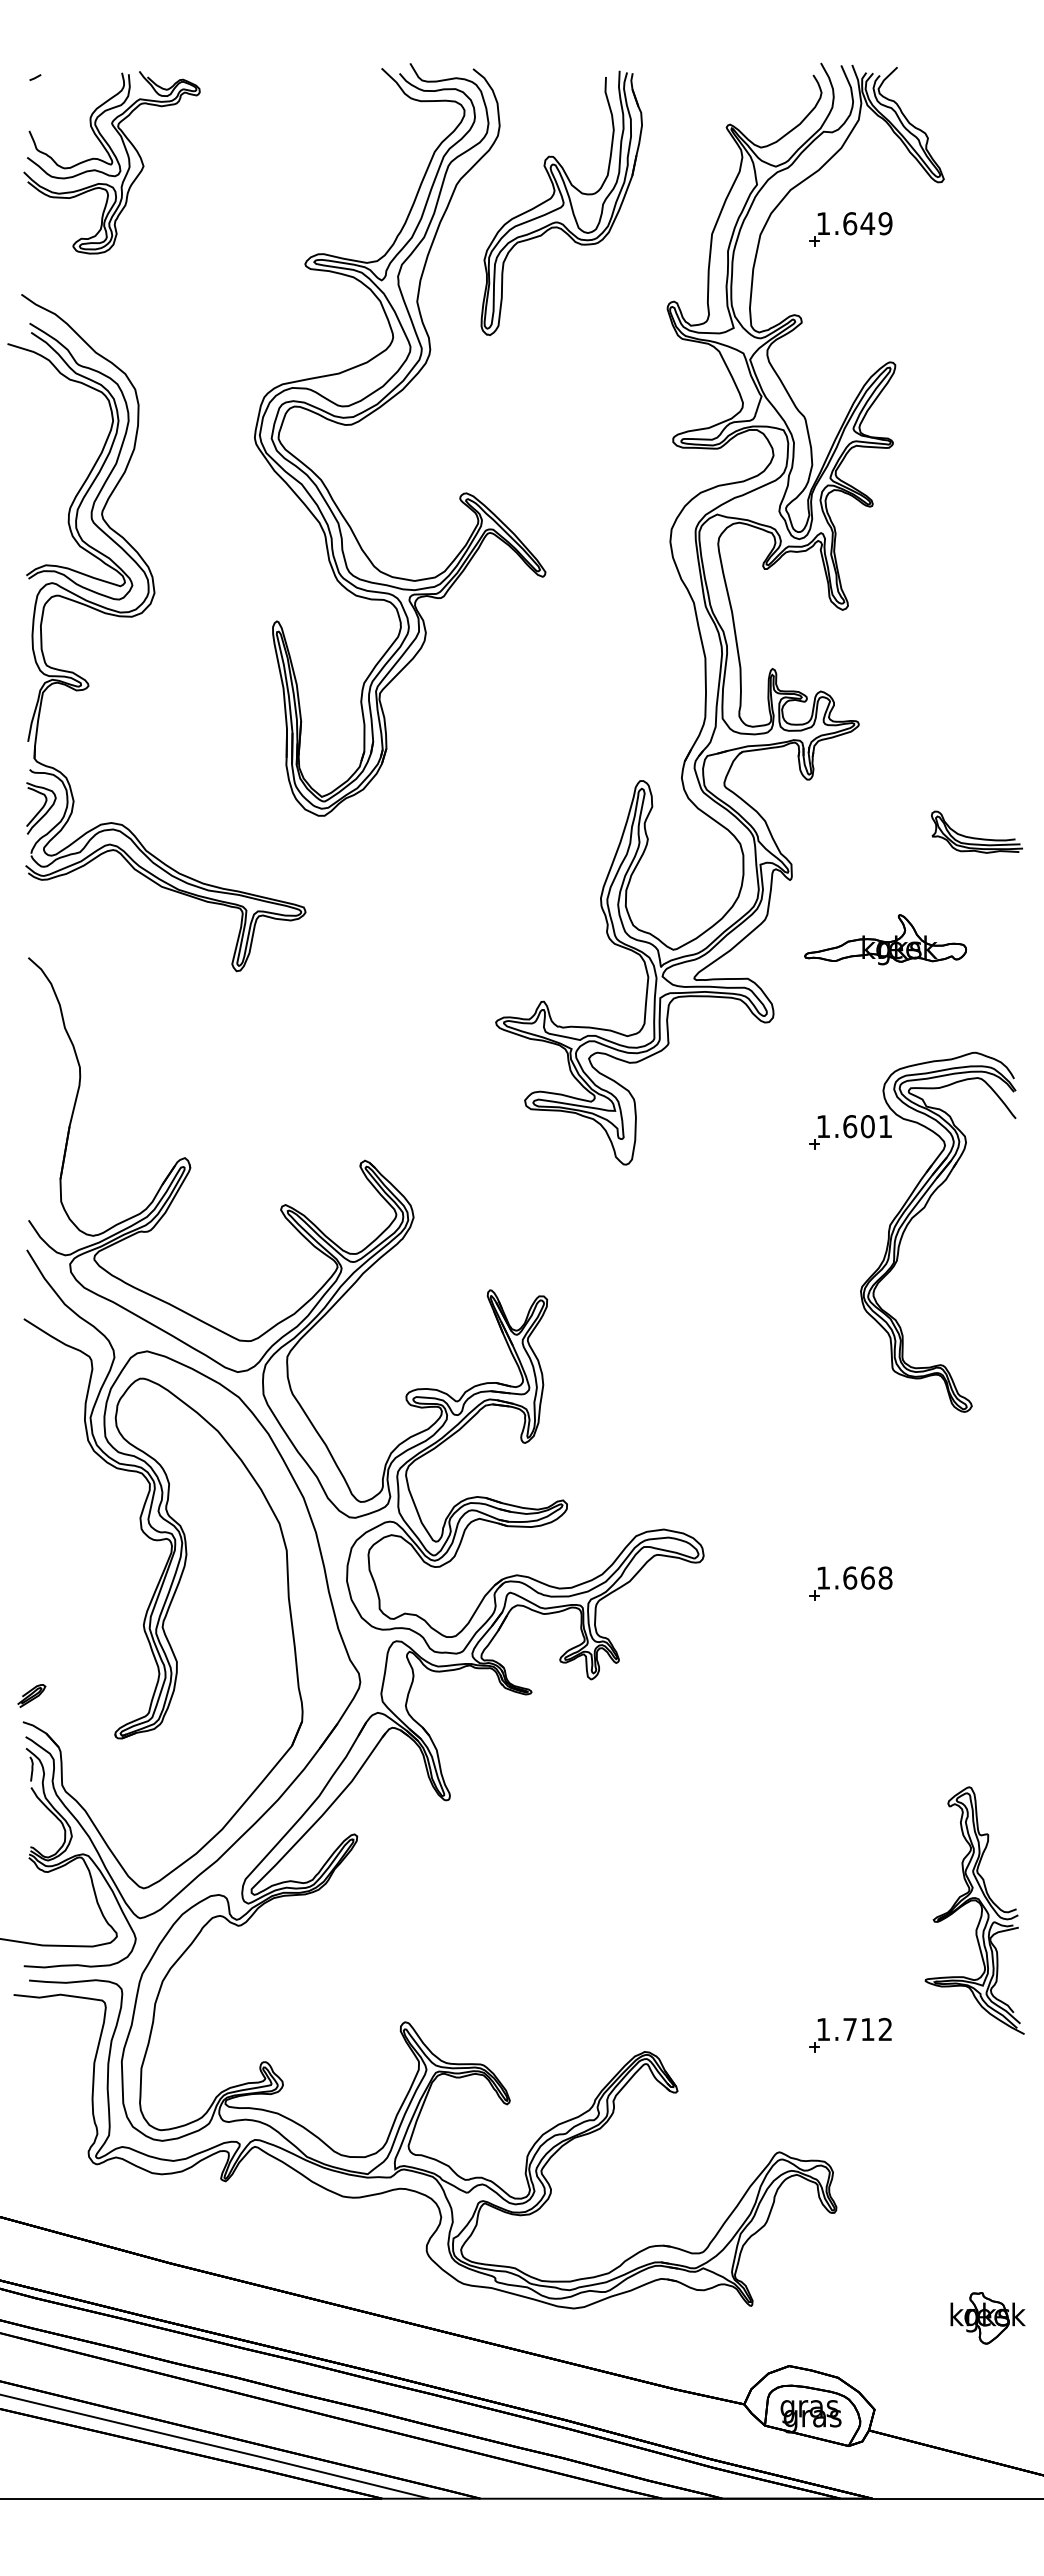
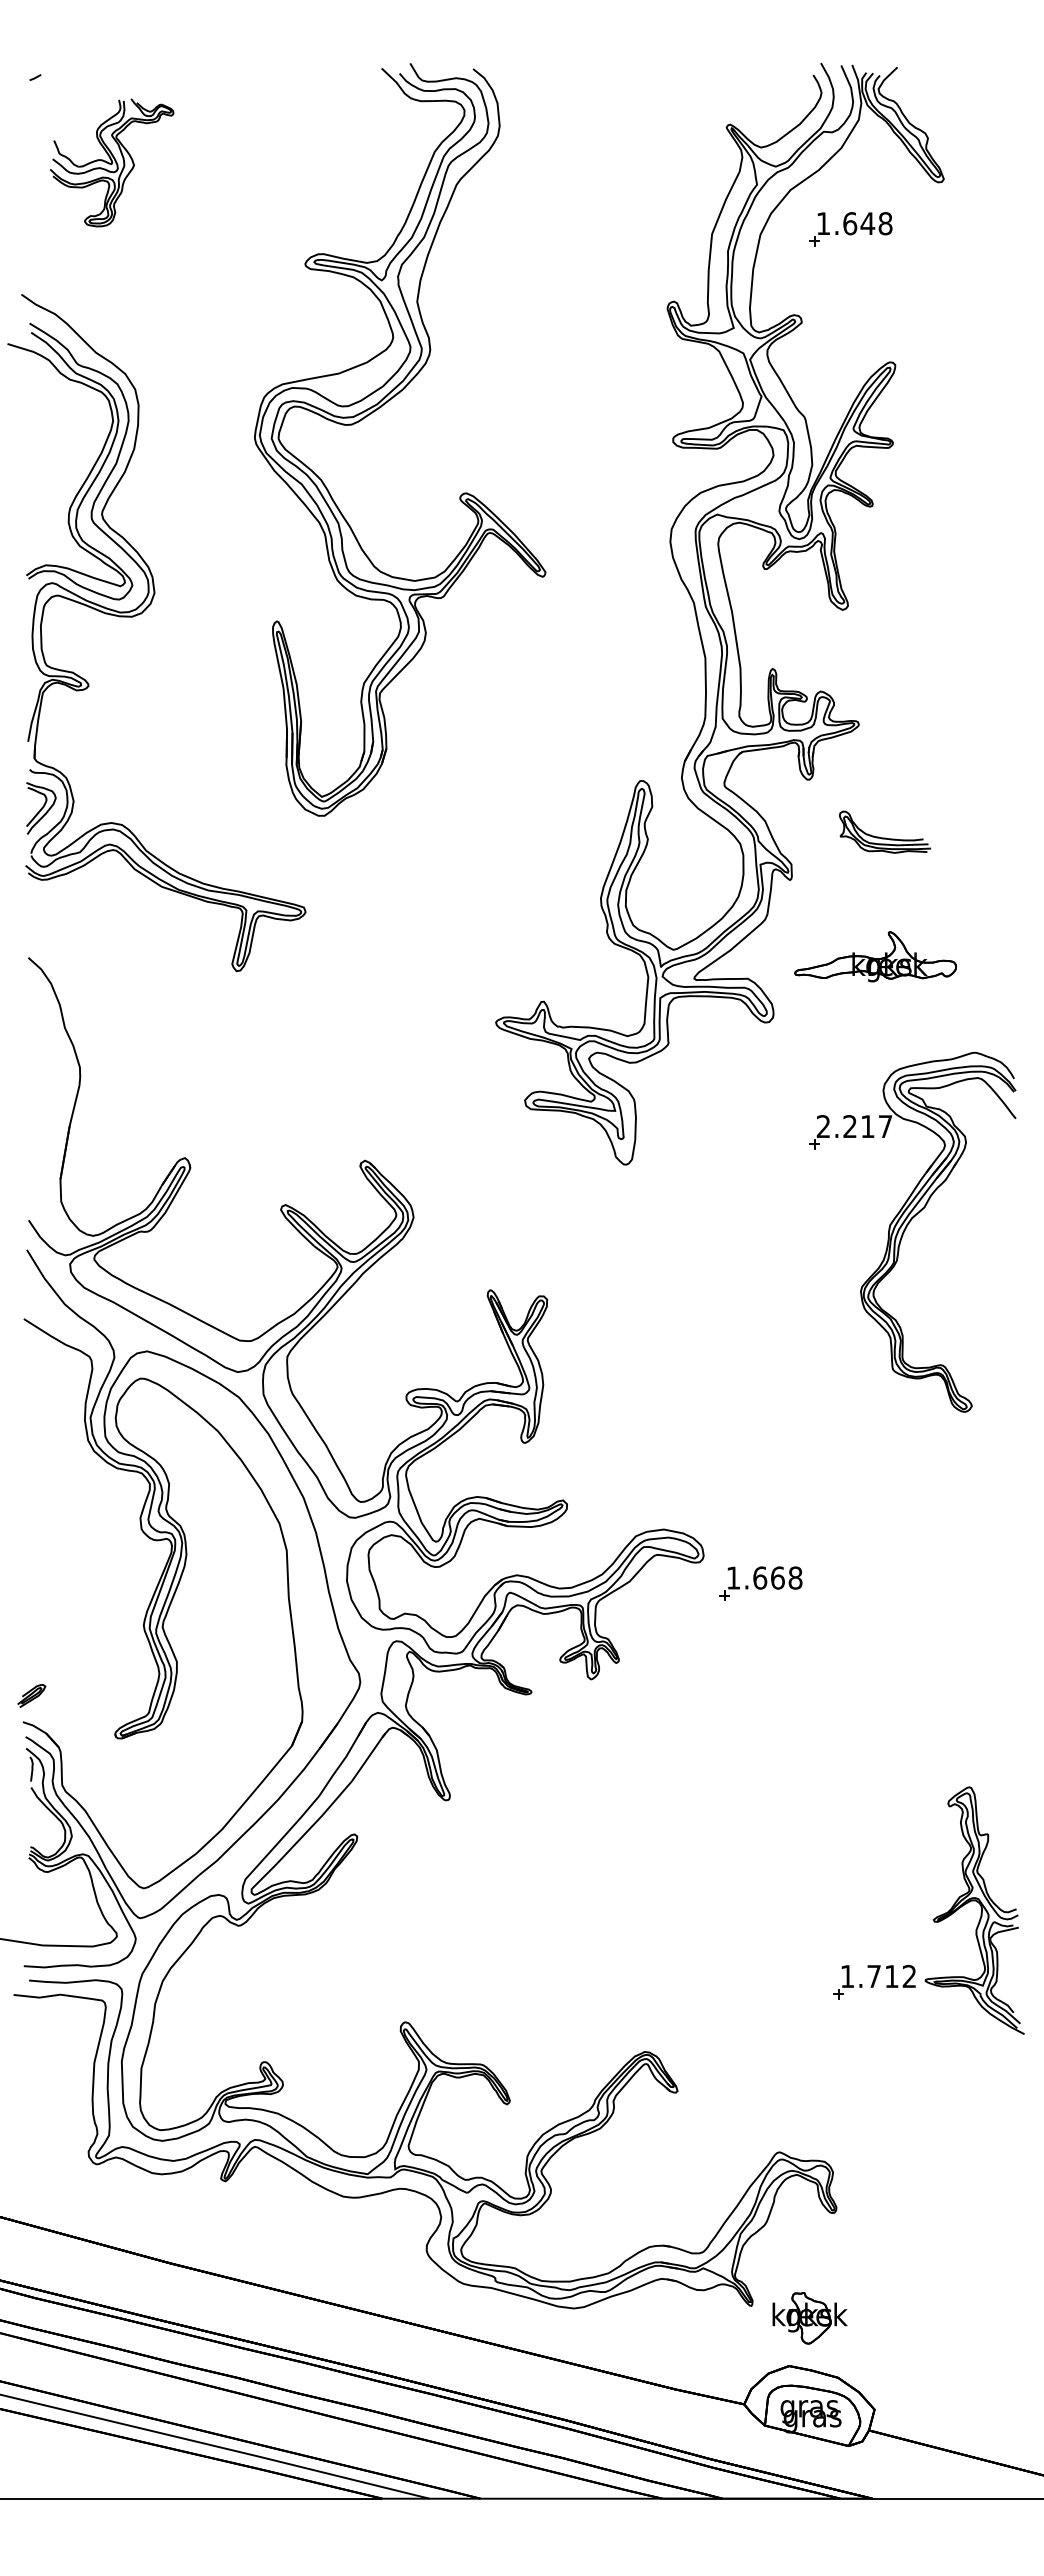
part at (111, 162) size: 178x184 px -> 125x130 px
part at (561, 202): present -> none
text at (885, 223): 1.649 -> 1.648
part at (976, 831) position: (976, 831) -> (884, 831)
part at (885, 939) position: (885, 939) -> (875, 956)
text at (854, 1126): 1.601 -> 2.217
part at (850, 1583) position: (850, 1583) -> (760, 1583)
part at (850, 2034) position: (850, 2034) -> (874, 1981)
part at (987, 2318) position: (987, 2318) -> (809, 2318)
